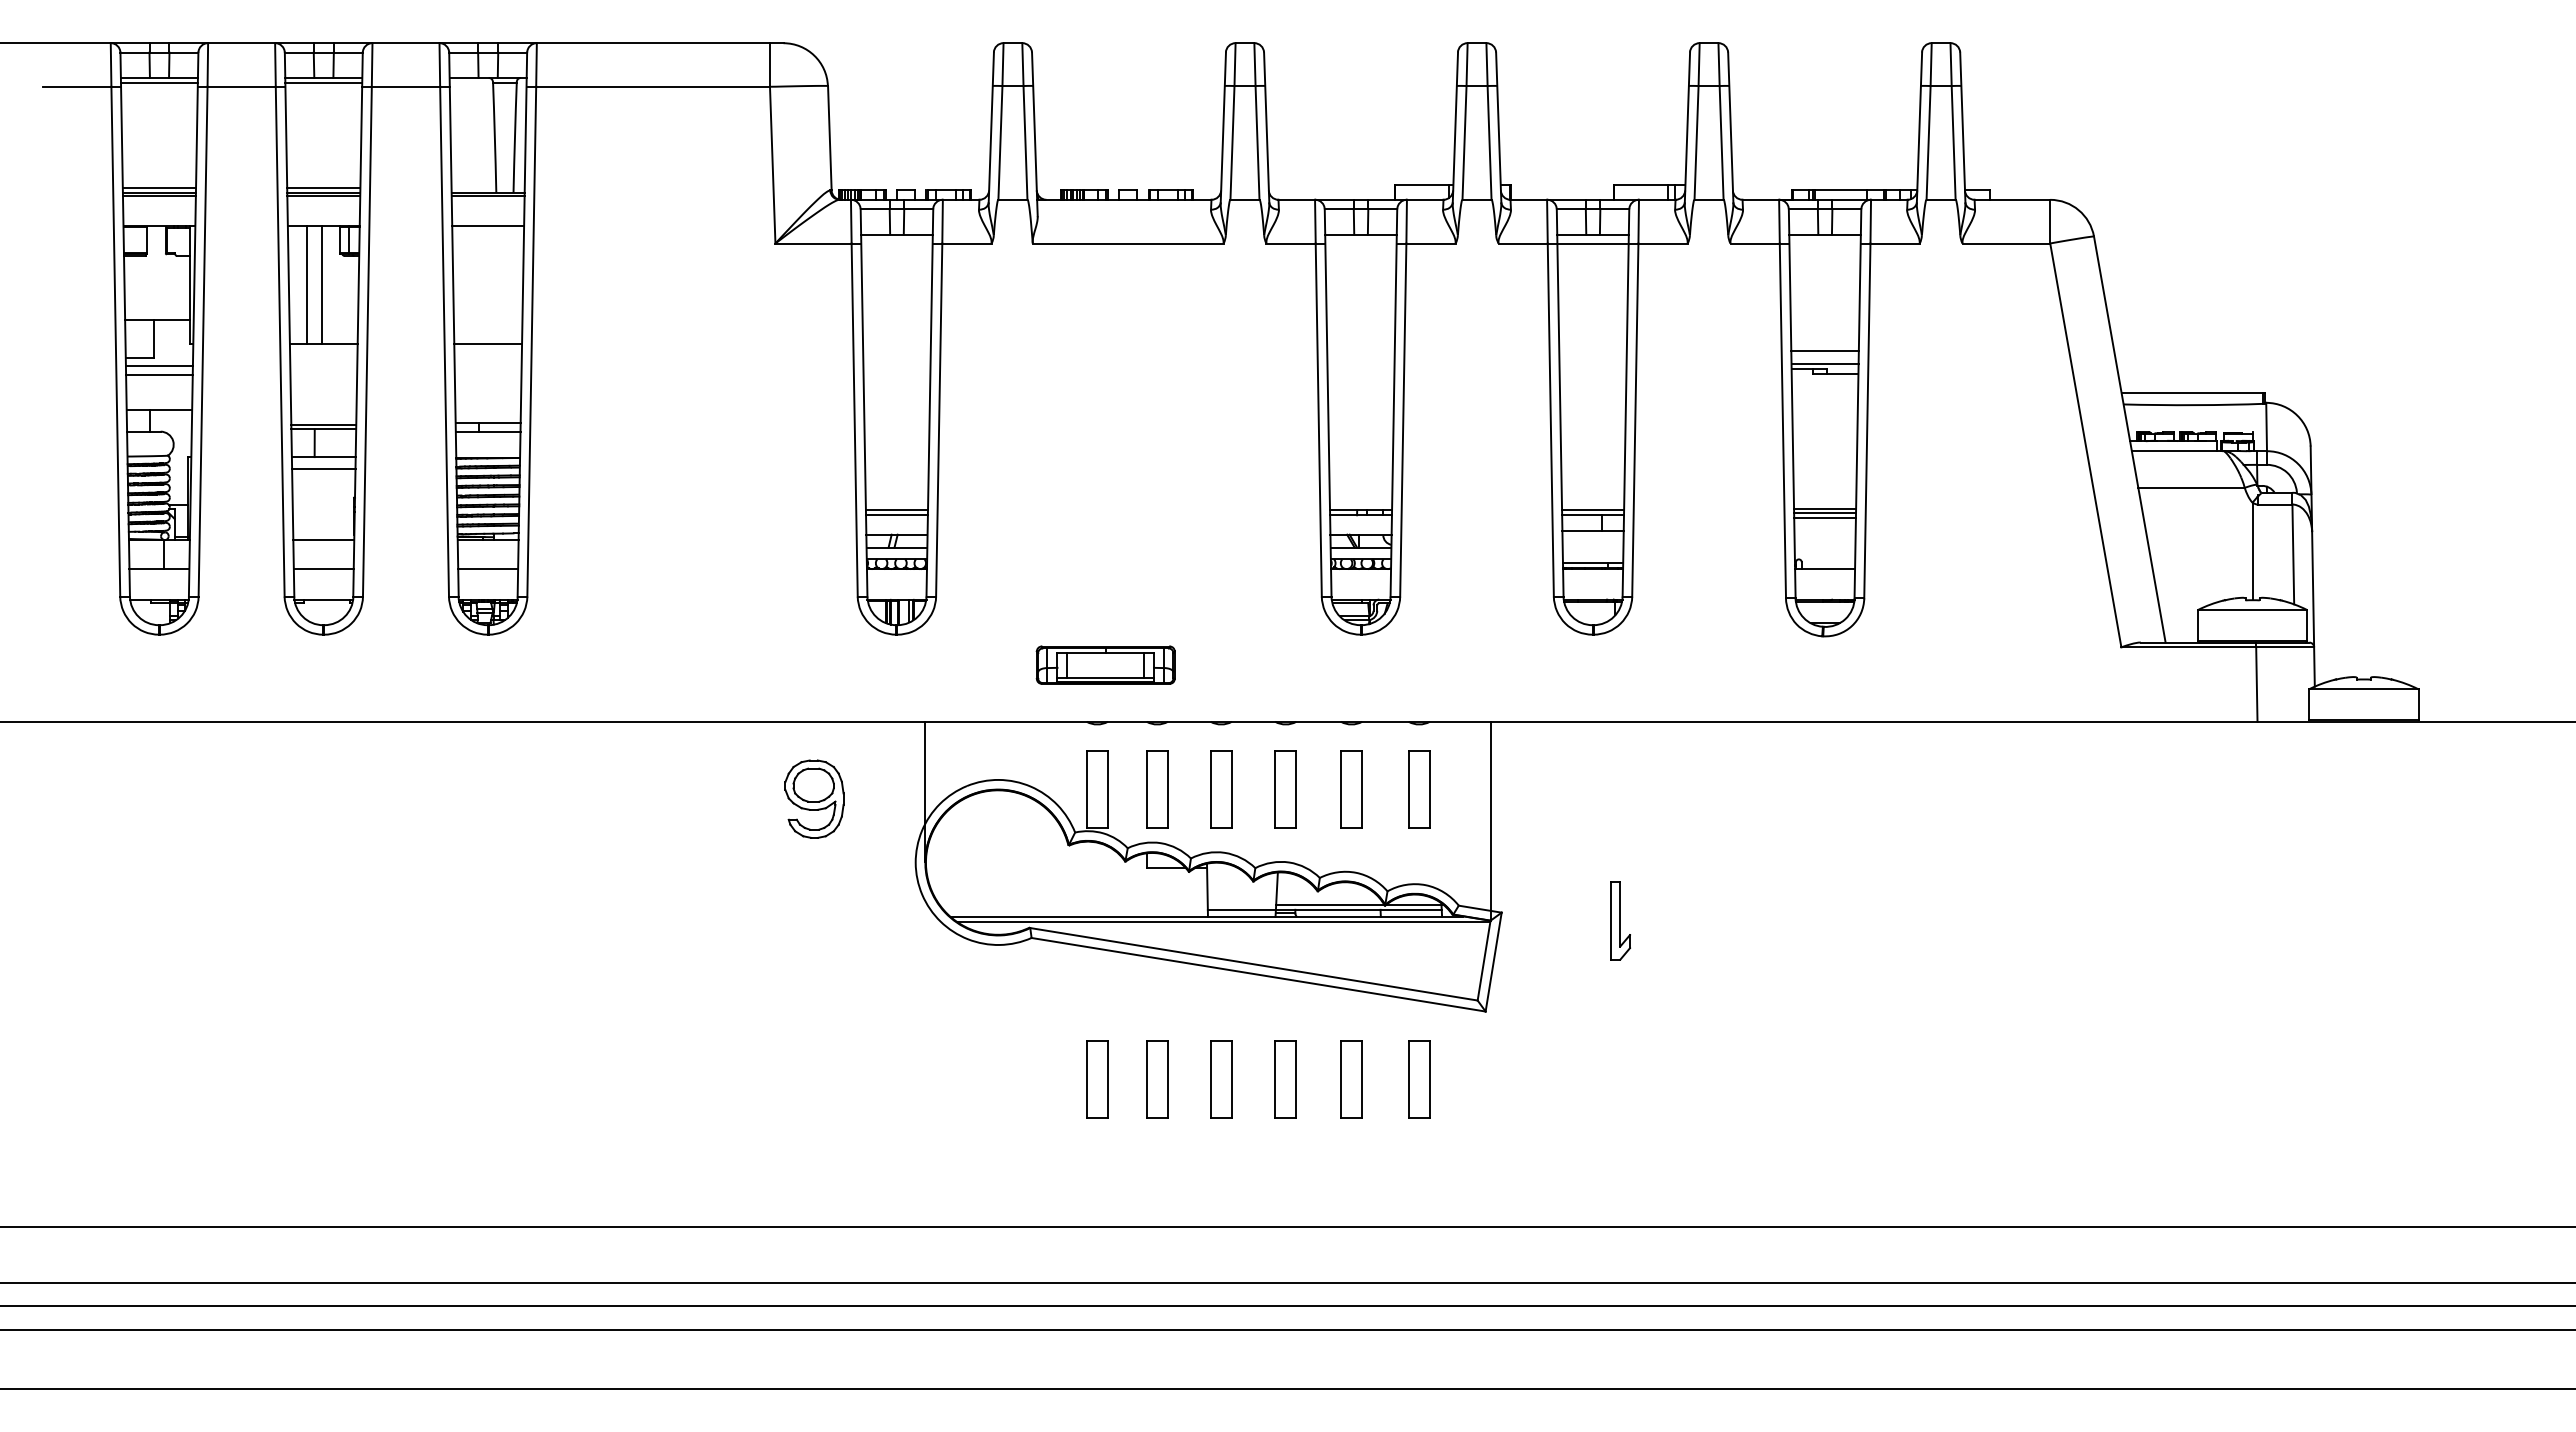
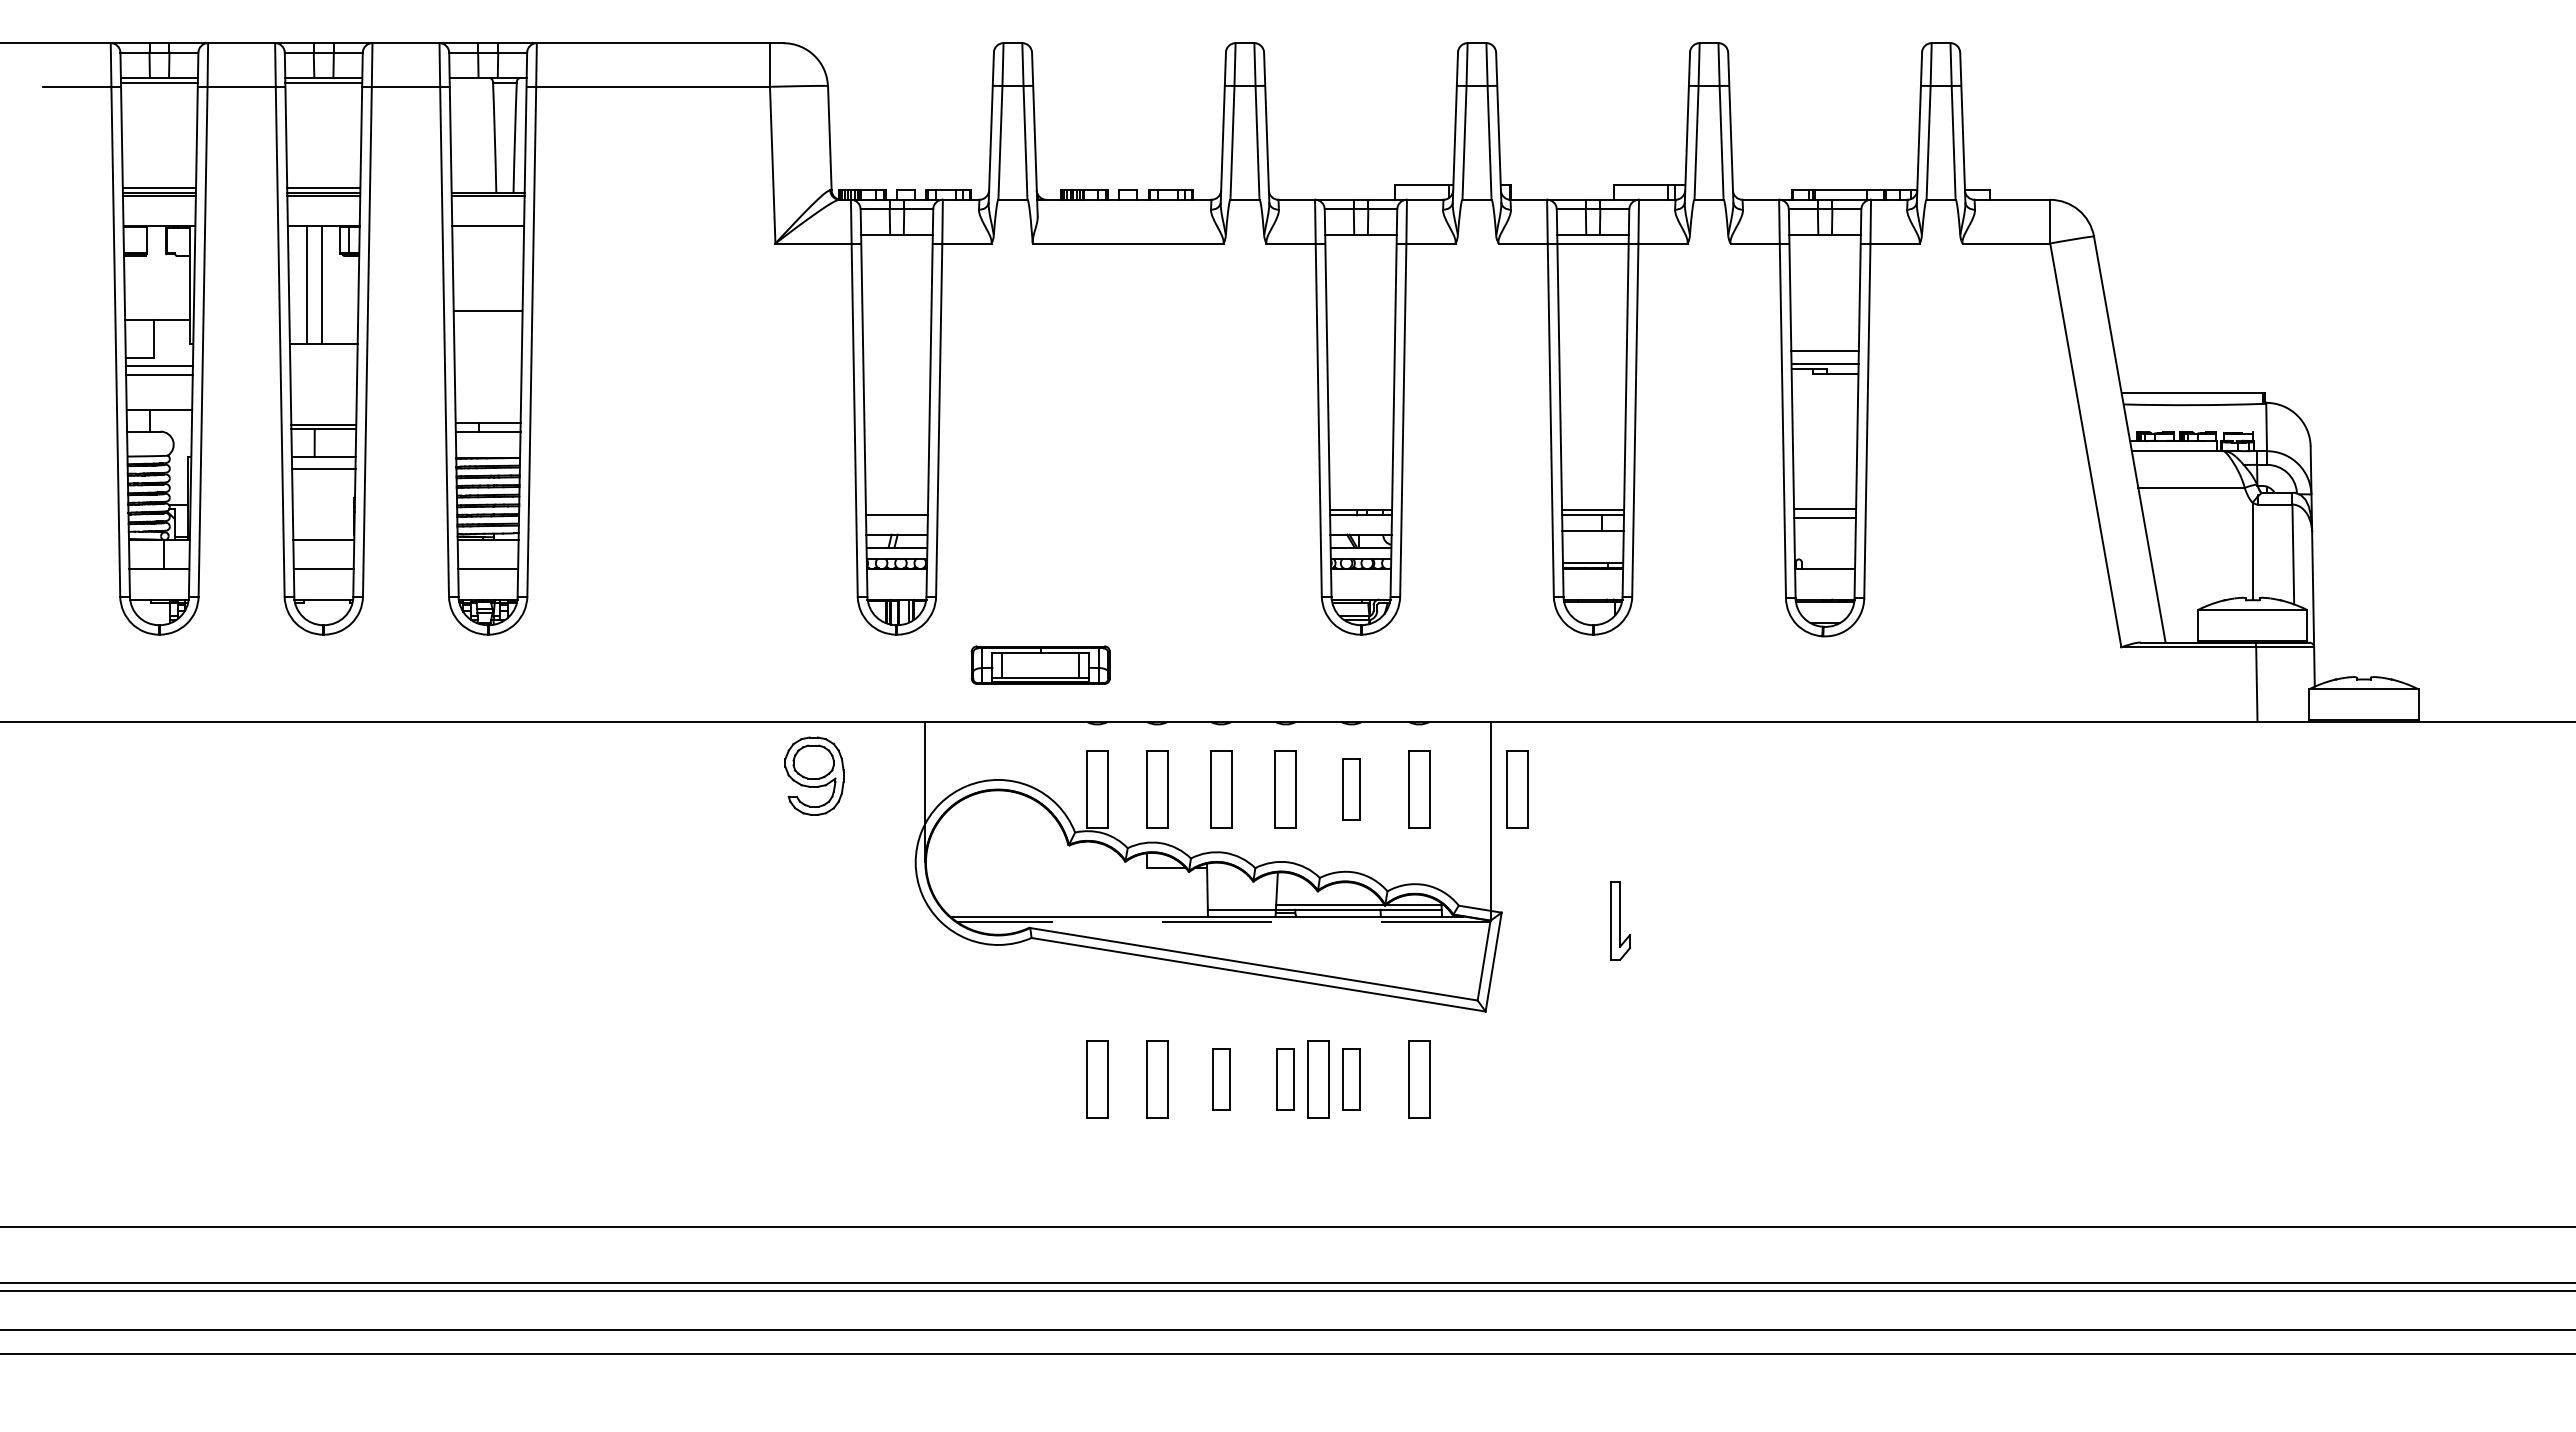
line at (488, 344) position: (488, 344) -> (488, 311)
line at (896, 510): present -> none
line at (1825, 512): present -> none
part at (1105, 664) position: (1105, 664) -> (1040, 664)
part at (1351, 789) size: 23x79 px -> 19x63 px
part at (1517, 789): none -> present
part at (814, 798) position: (814, 798) -> (814, 775)
line at (1223, 921): solid -> dashed
part at (1221, 1079) size: 23x79 px -> 19x63 px
part at (1285, 1079) size: 23x79 px -> 19x63 px
part at (1318, 1079): none -> present
part at (1351, 1079) size: 23x79 px -> 19x63 px
line at (1287, 1306) position: (1287, 1306) -> (1287, 1291)
line at (1287, 1388) position: (1287, 1388) -> (1287, 1353)
